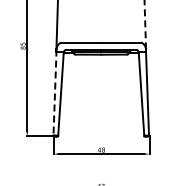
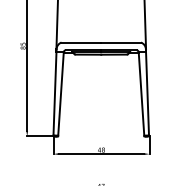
line at (145, 24): dashed -> solid
line at (55, 93): dashed -> solid
